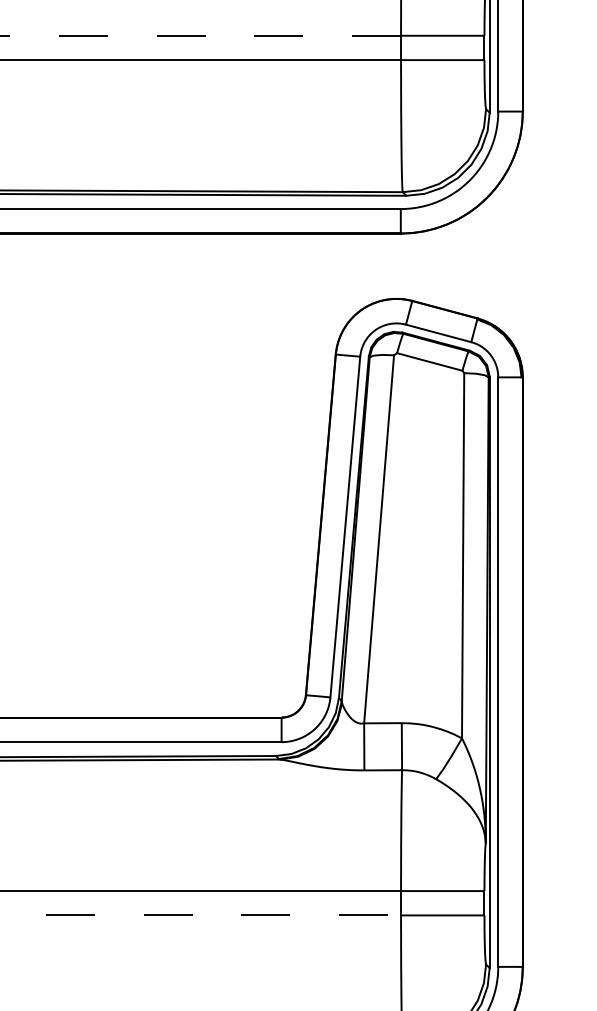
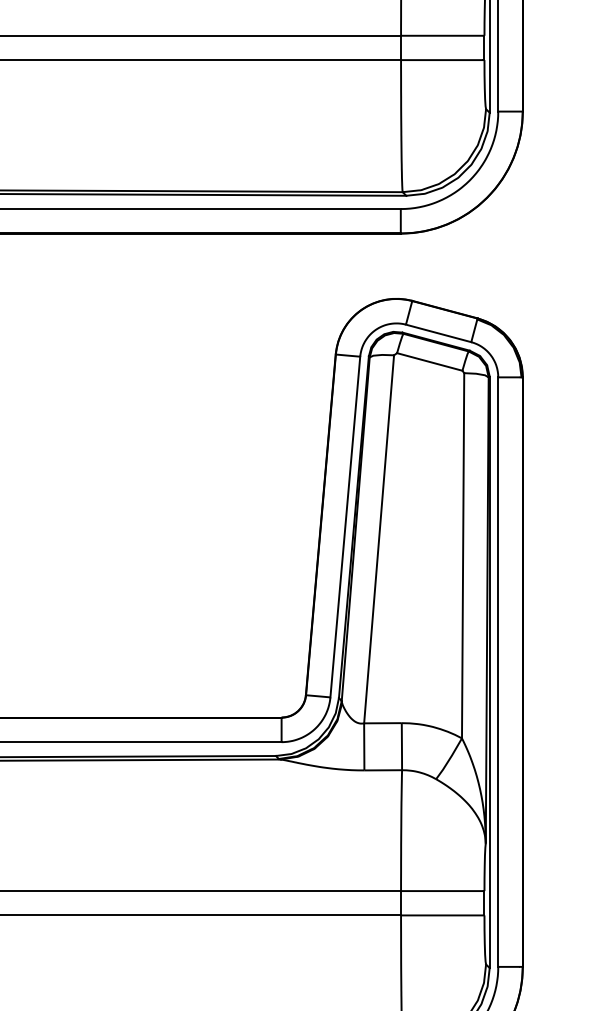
line at (200, 35): dashed -> solid
line at (201, 915): dashed -> solid
